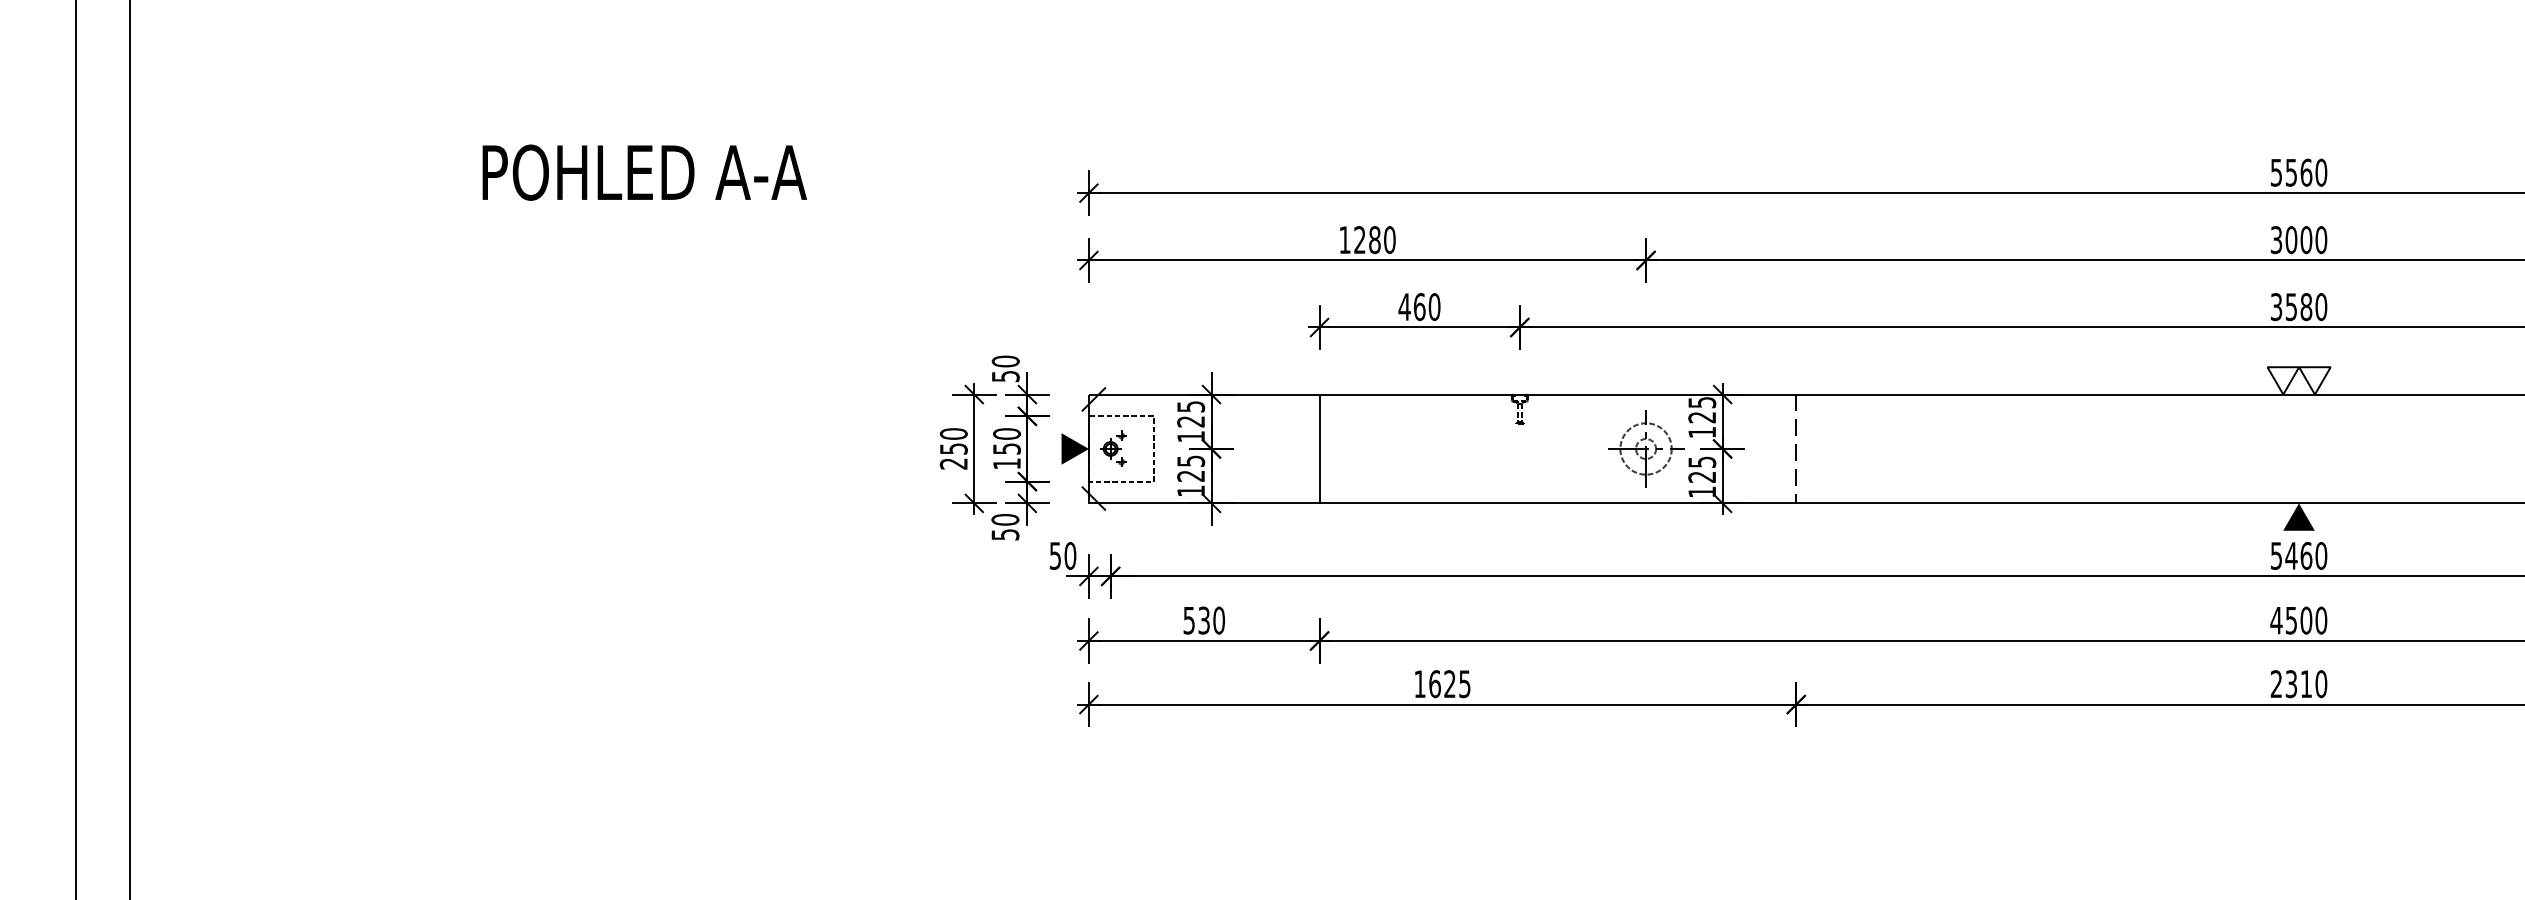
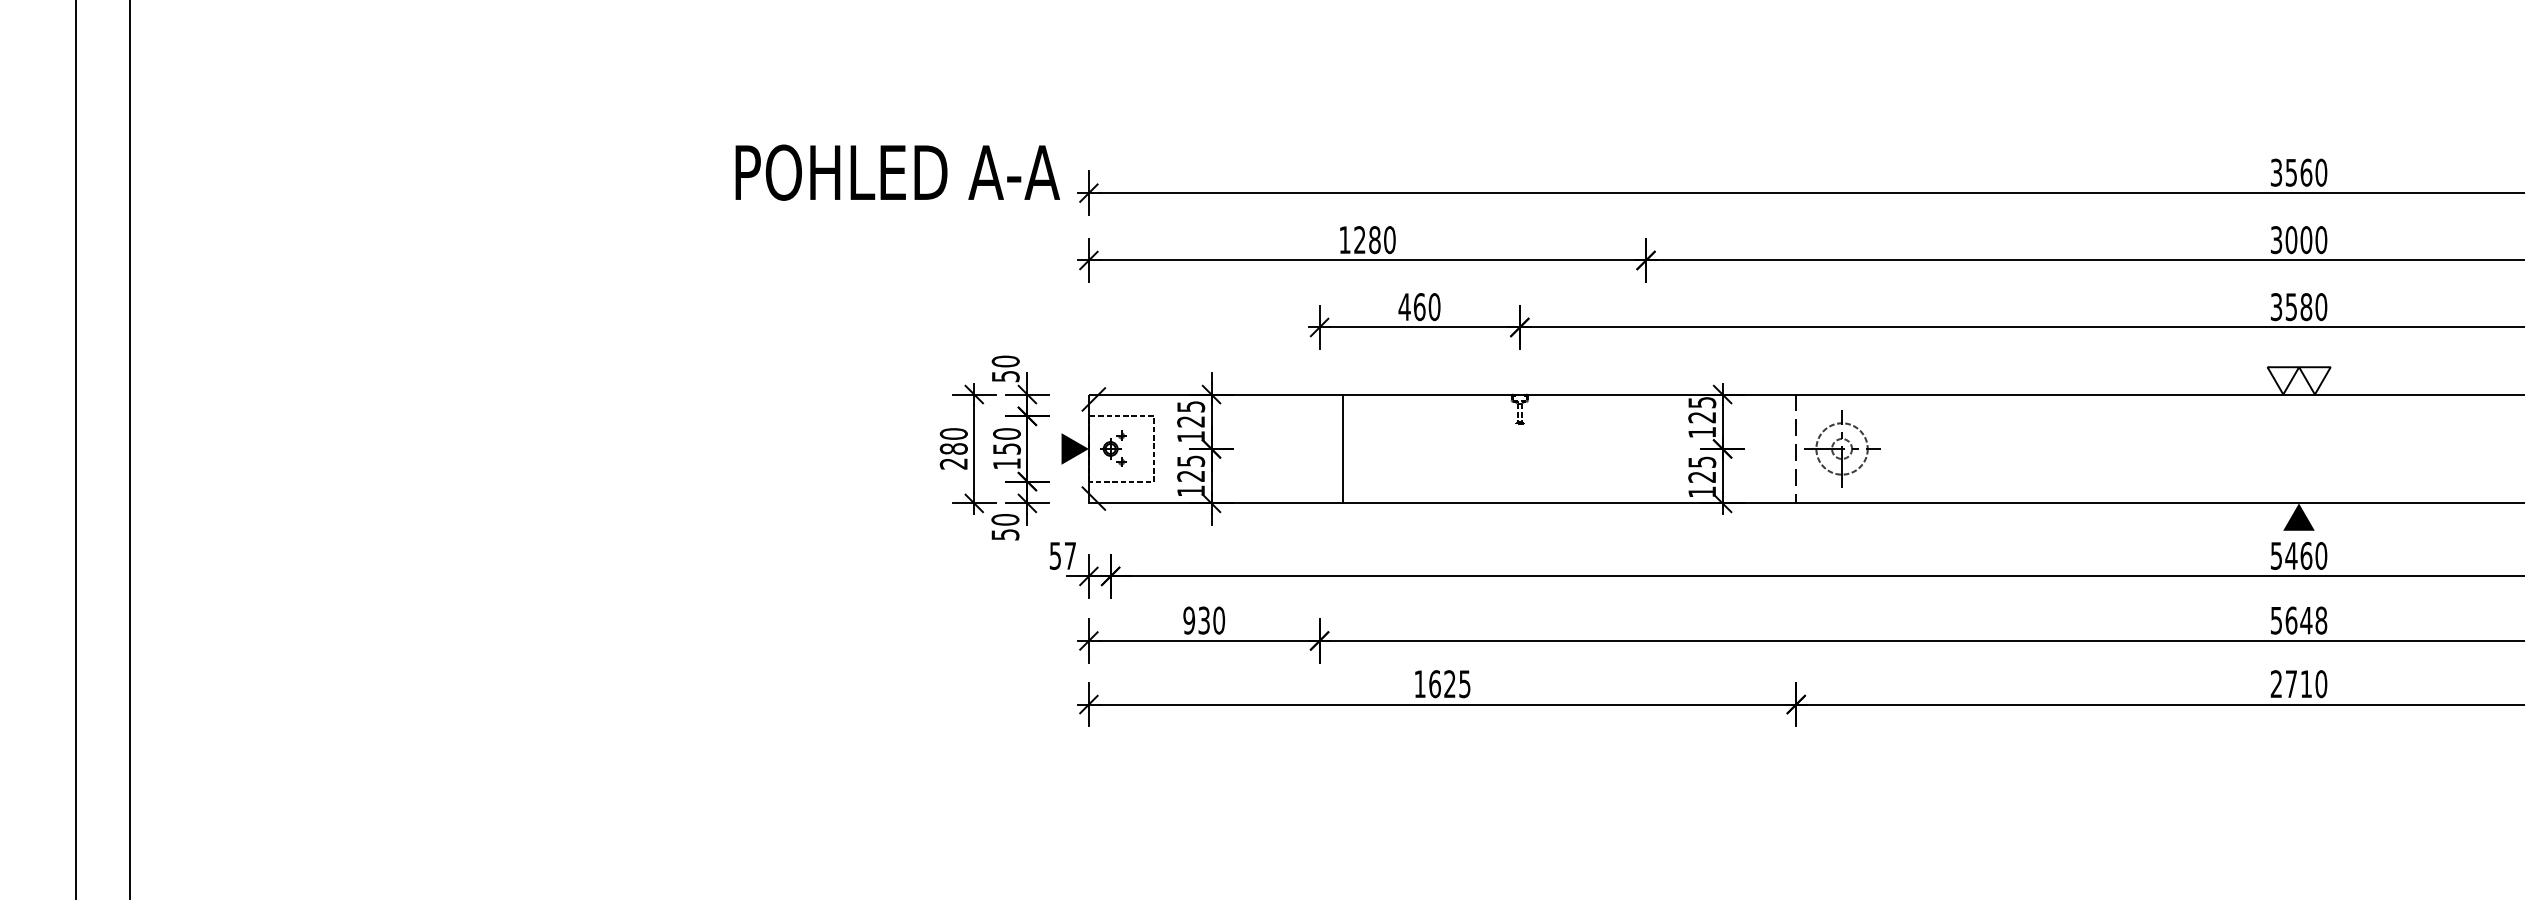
text at (2276, 171): 5560 -> 3560
text at (644, 172) position: (644, 172) -> (897, 172)
text at (953, 448): 250 -> 280
line at (1319, 448) position: (1319, 448) -> (1342, 448)
part at (1646, 448) position: (1646, 448) -> (1842, 448)
text at (1070, 555): 50 -> 57
text at (1189, 620): 530 -> 930
text at (2298, 620): 4500 -> 5648
text at (2291, 684): 2310 -> 2710
